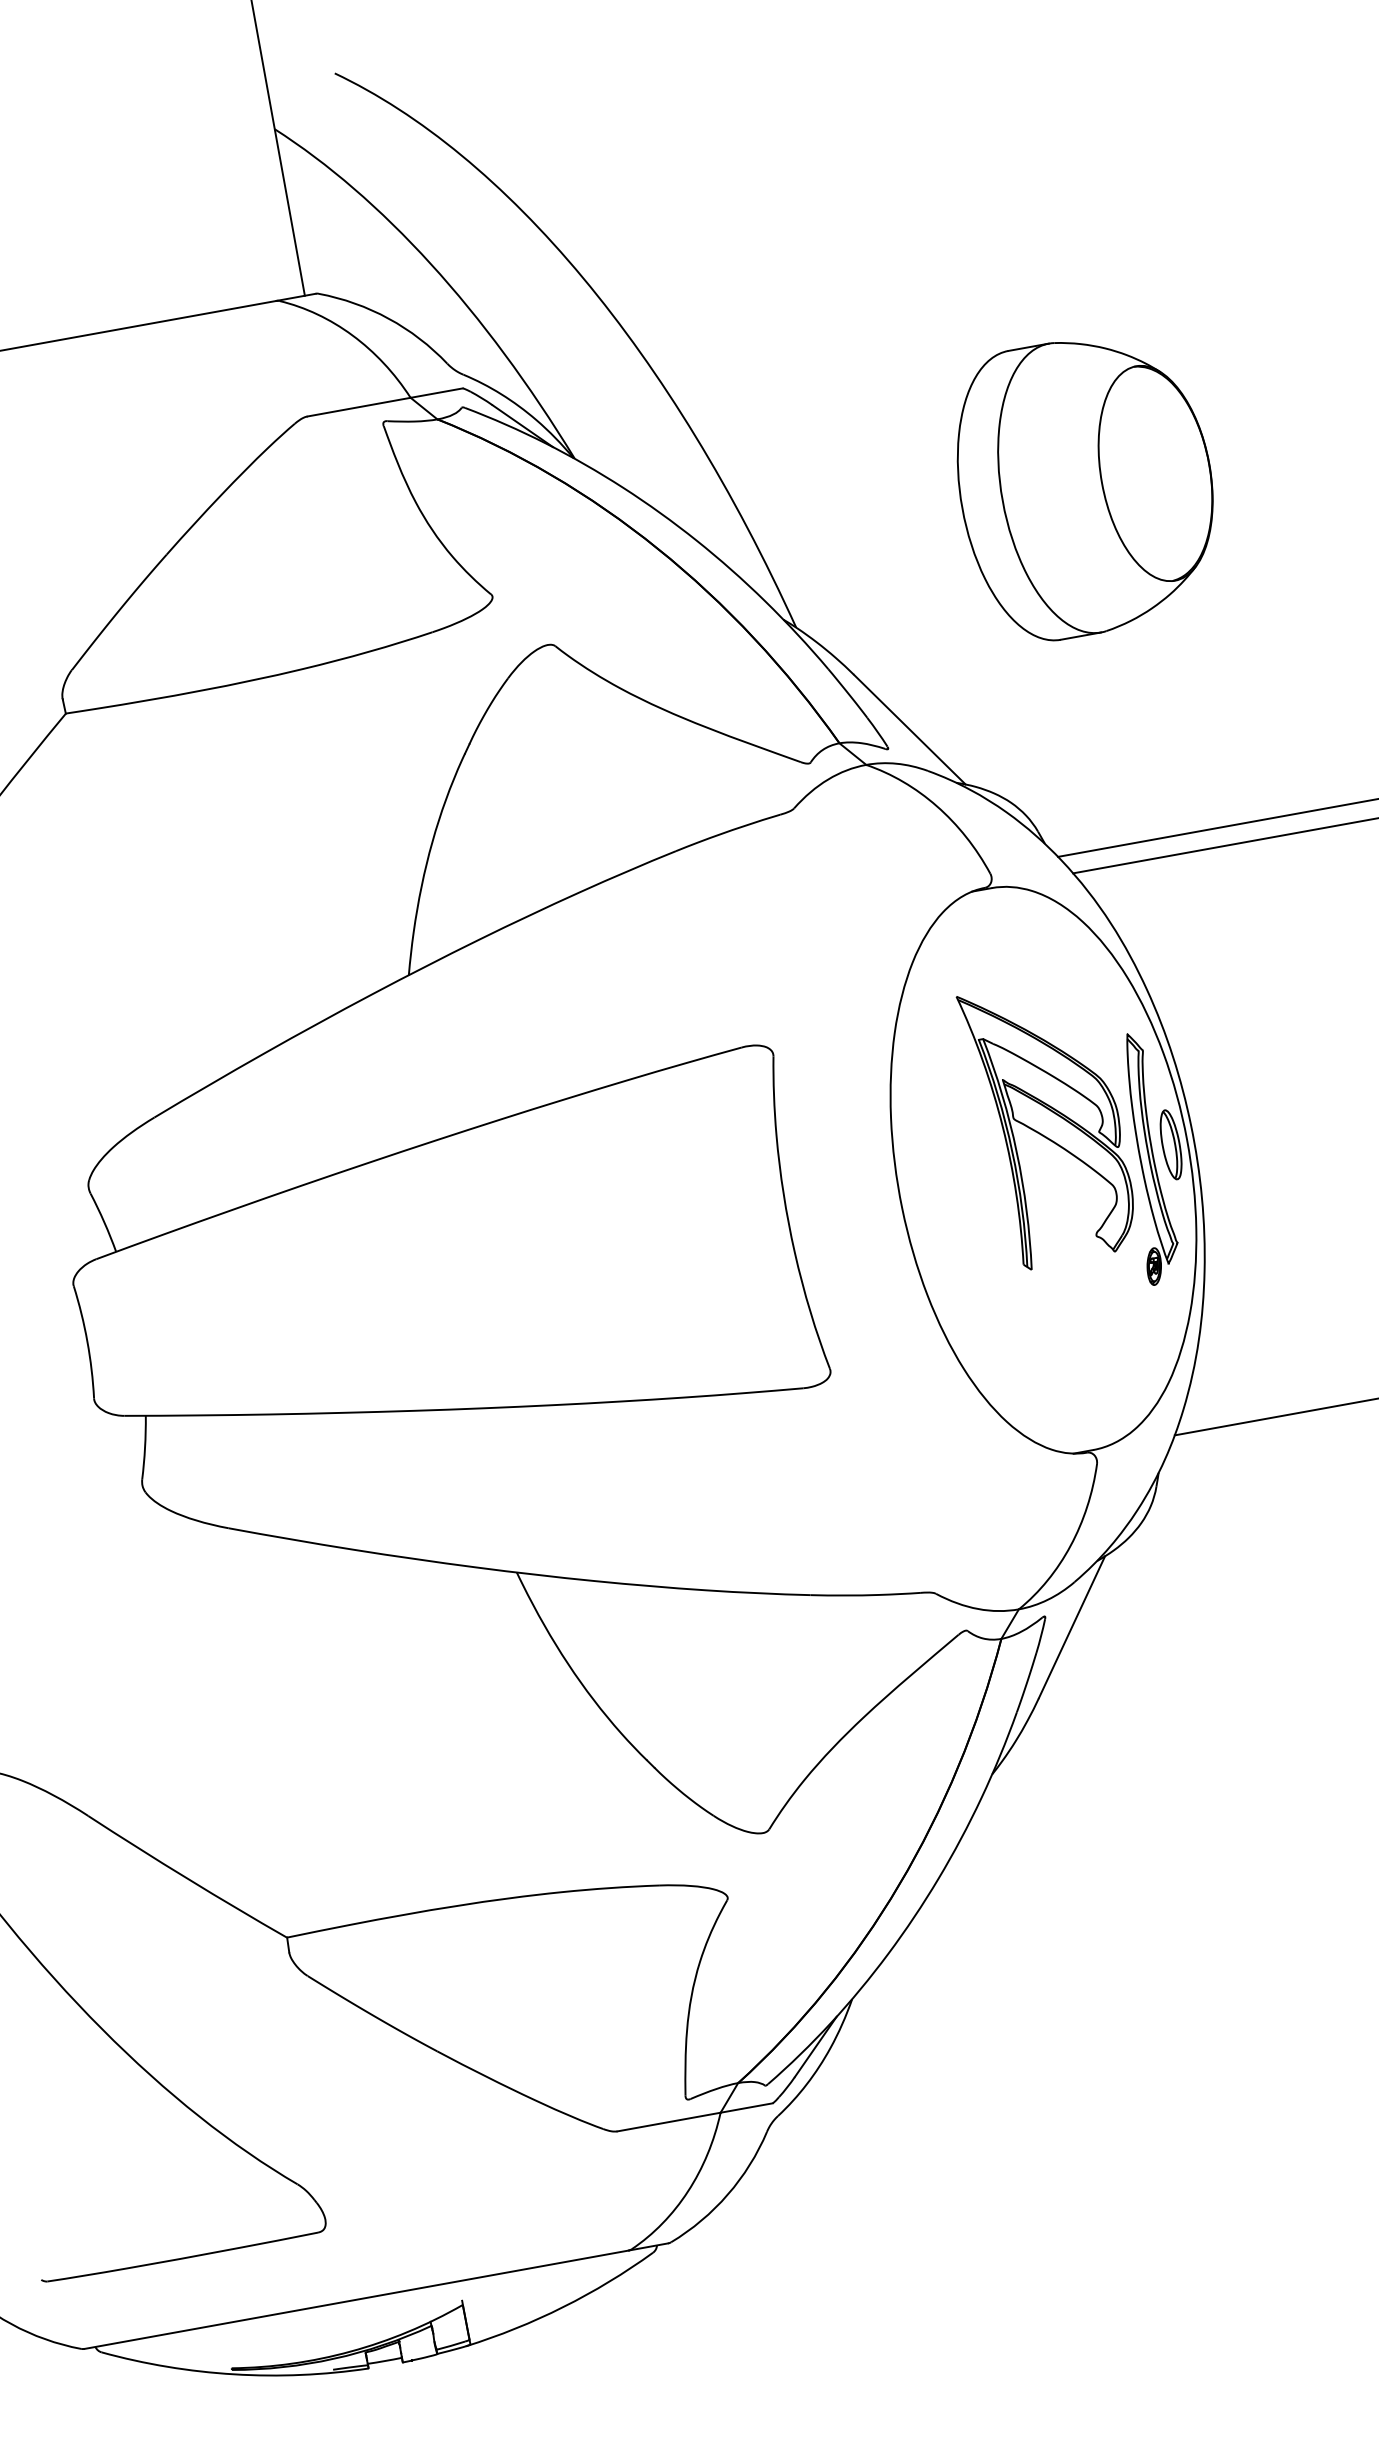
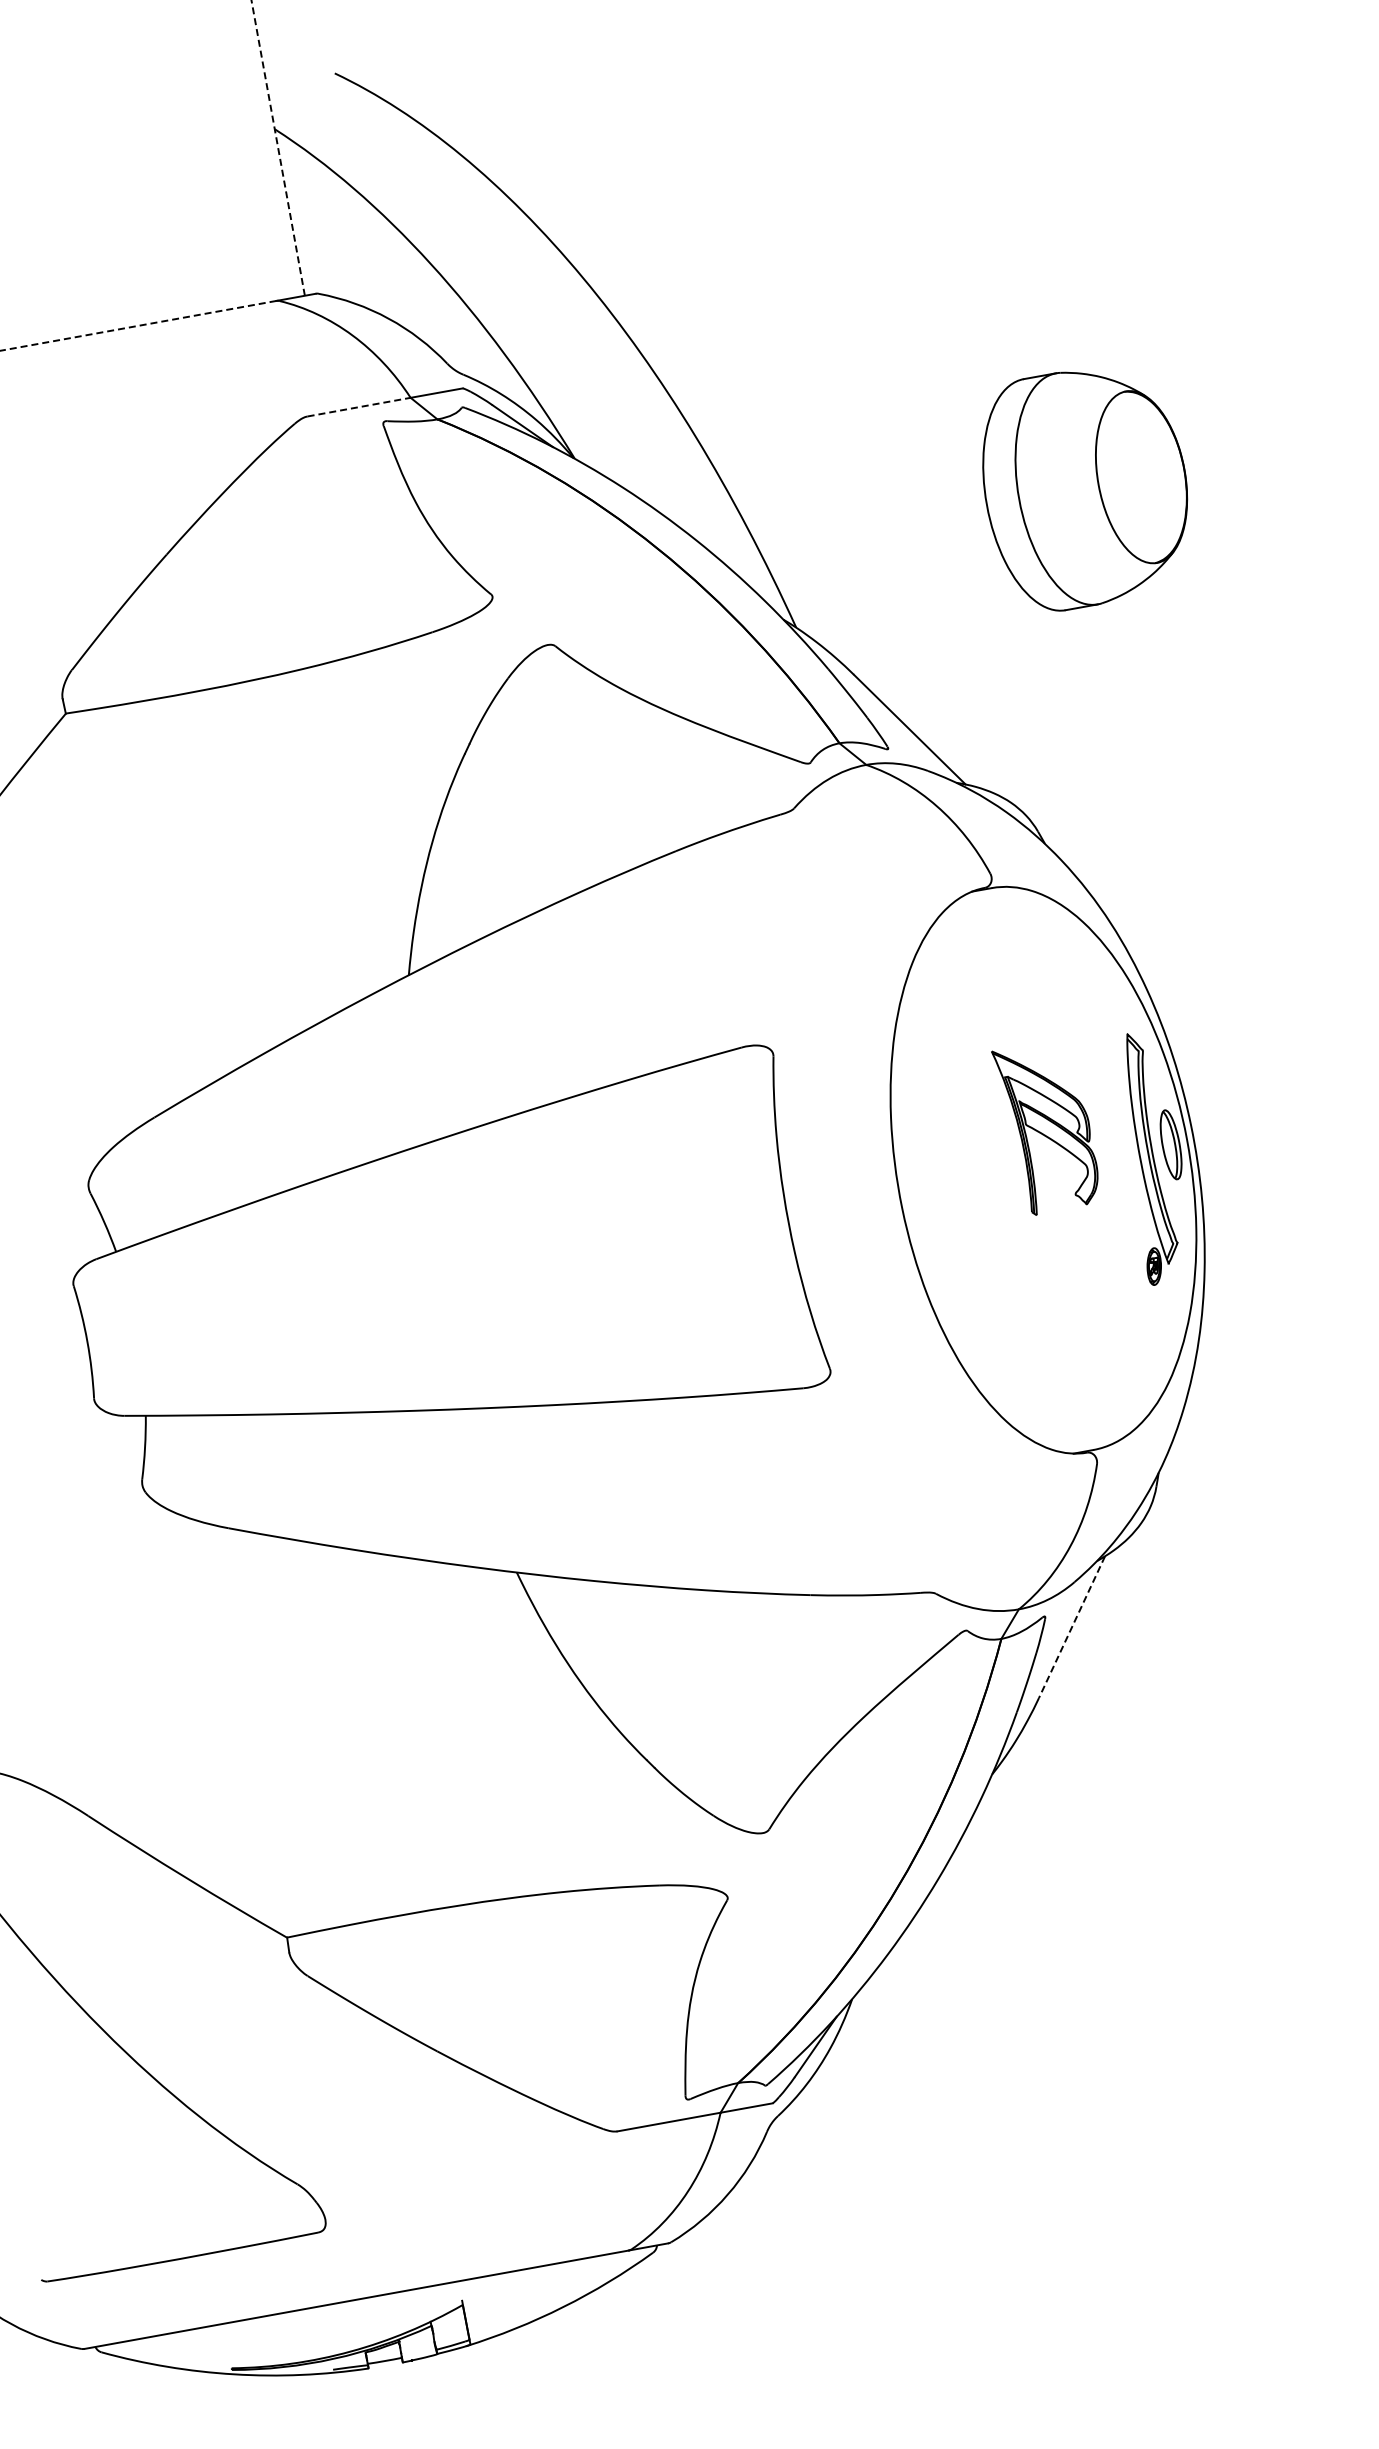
line at (278, 148): solid -> dashed
line at (137, 325): solid -> dashed
line at (359, 407): solid -> dashed
part at (1084, 491) size: 258x300 px -> 207x241 px
line at (1216, 827): present -> none
line at (1224, 845): present -> none
part at (1044, 1133) size: 179x275 px -> 108x166 px
line at (1274, 1417): present -> none
line at (1071, 1627): solid -> dashed
